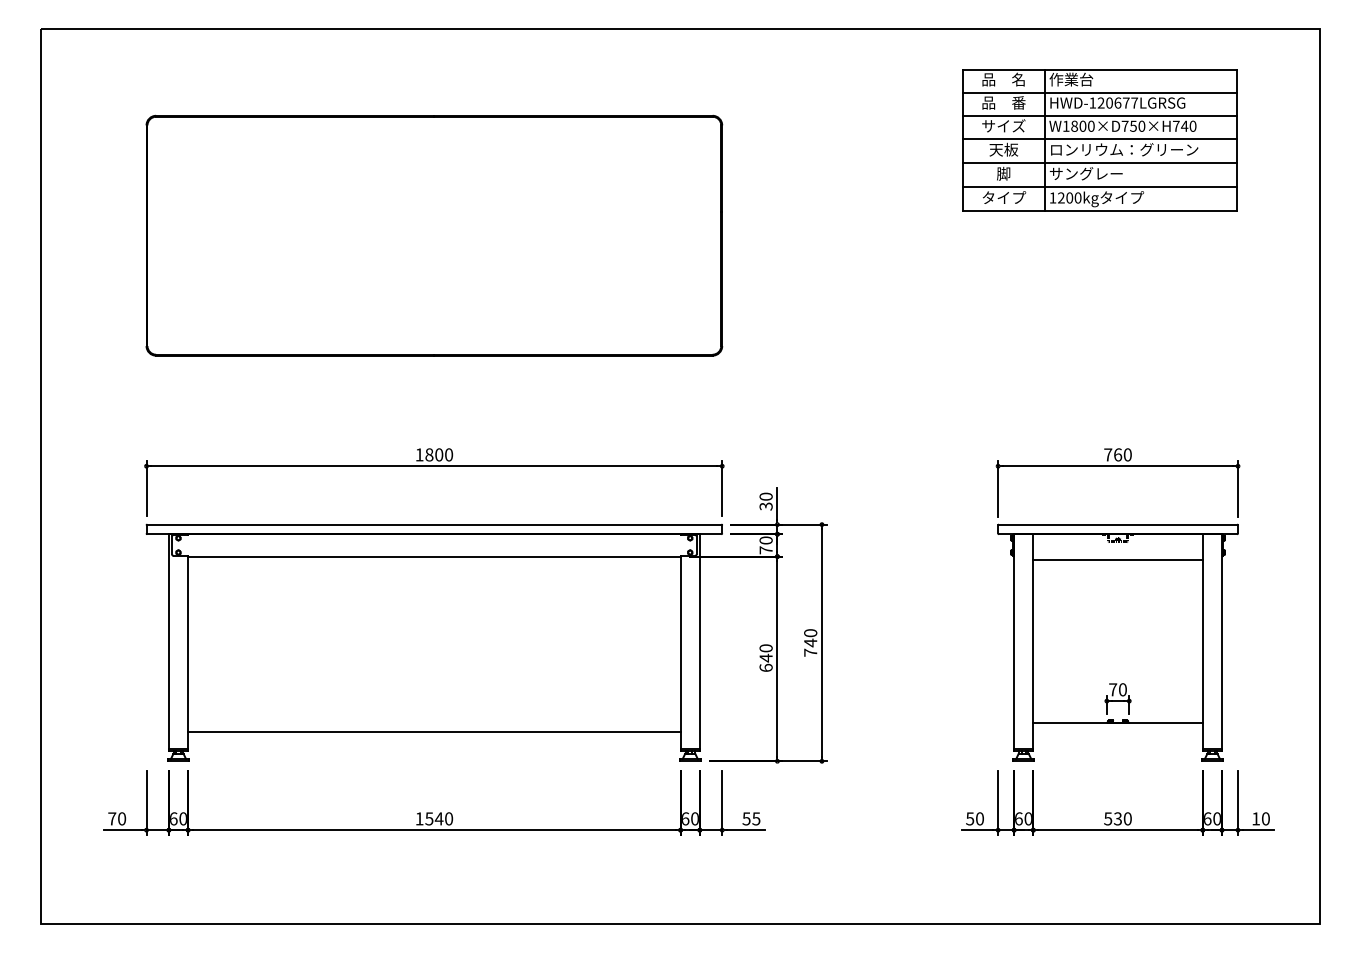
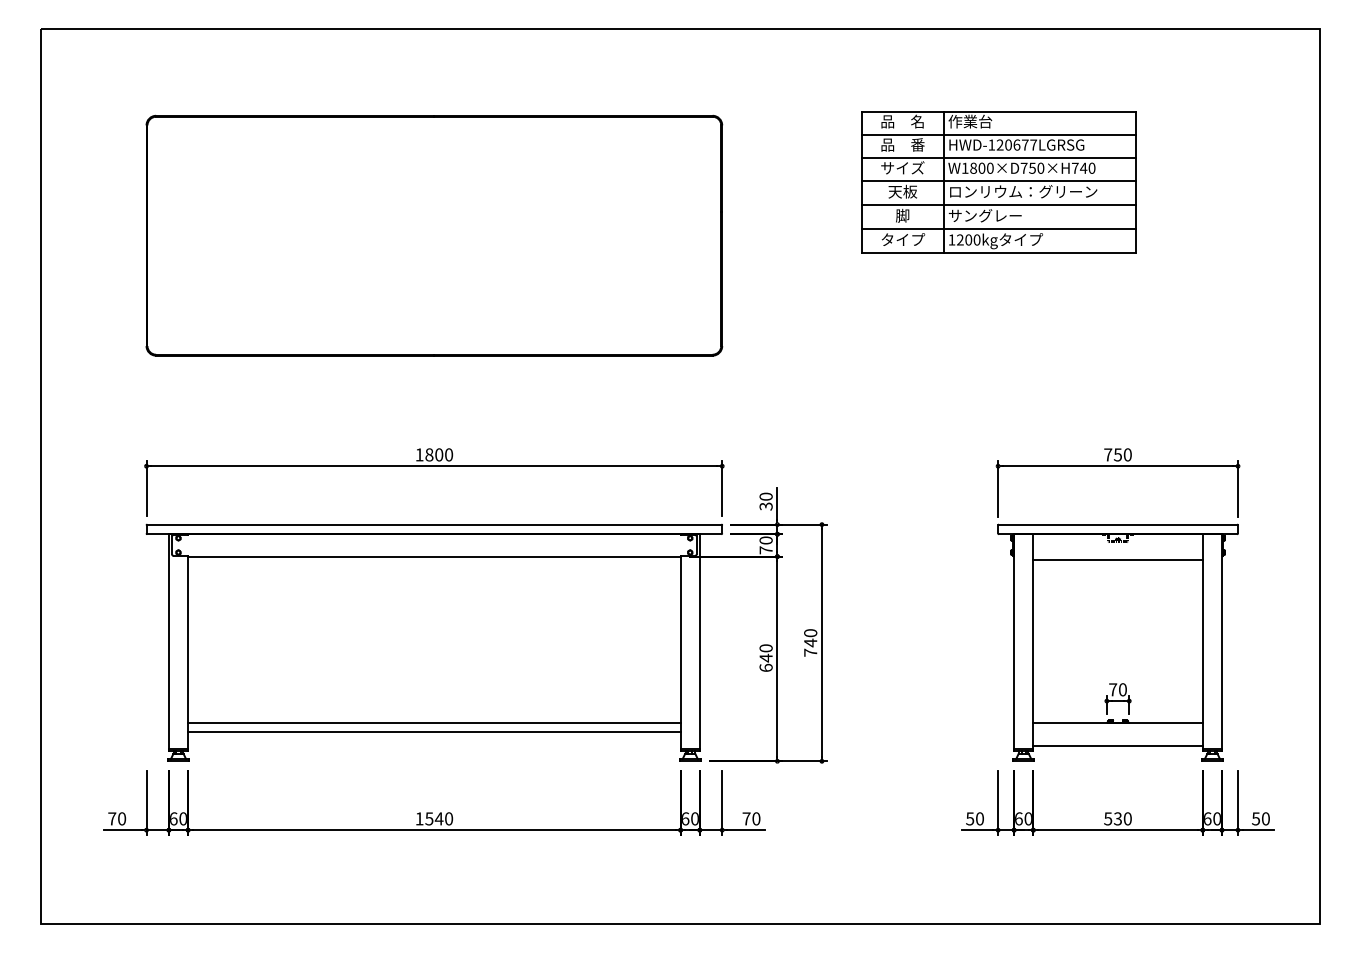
part at (1099, 140) position: (1099, 140) -> (998, 182)
text at (1117, 454): 760 -> 750
line at (434, 722): none -> present
line at (1117, 745): none -> present
text at (751, 818): 55 -> 70
text at (1255, 818): 10 -> 50
